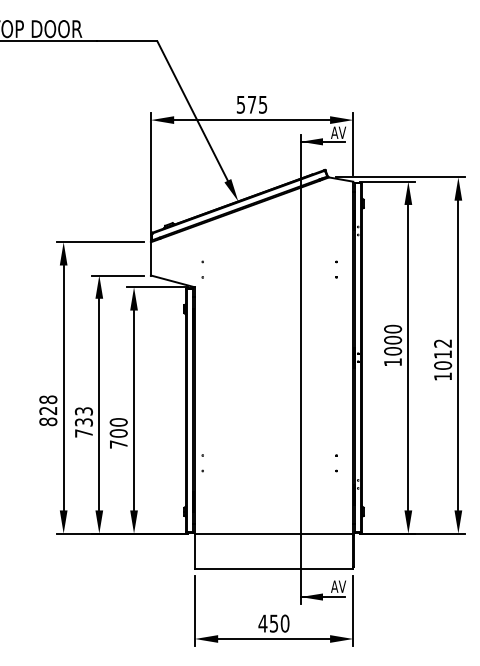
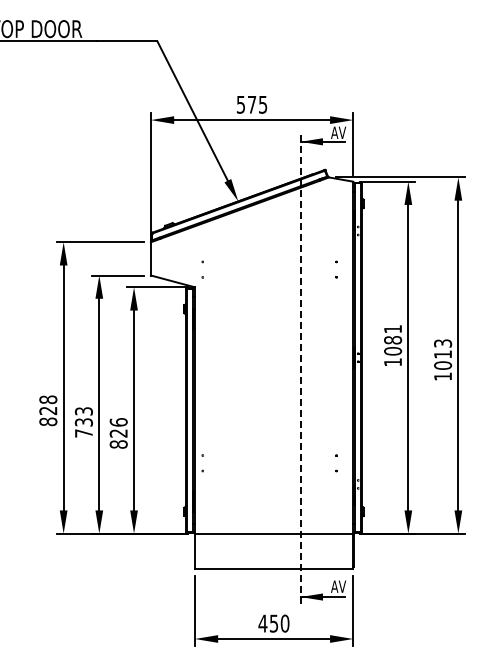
text at (393, 334): 1000 -> 1081
text at (443, 343): 1012 -> 1013
line at (300, 369): solid -> dashed
text at (118, 433): 700 -> 826
